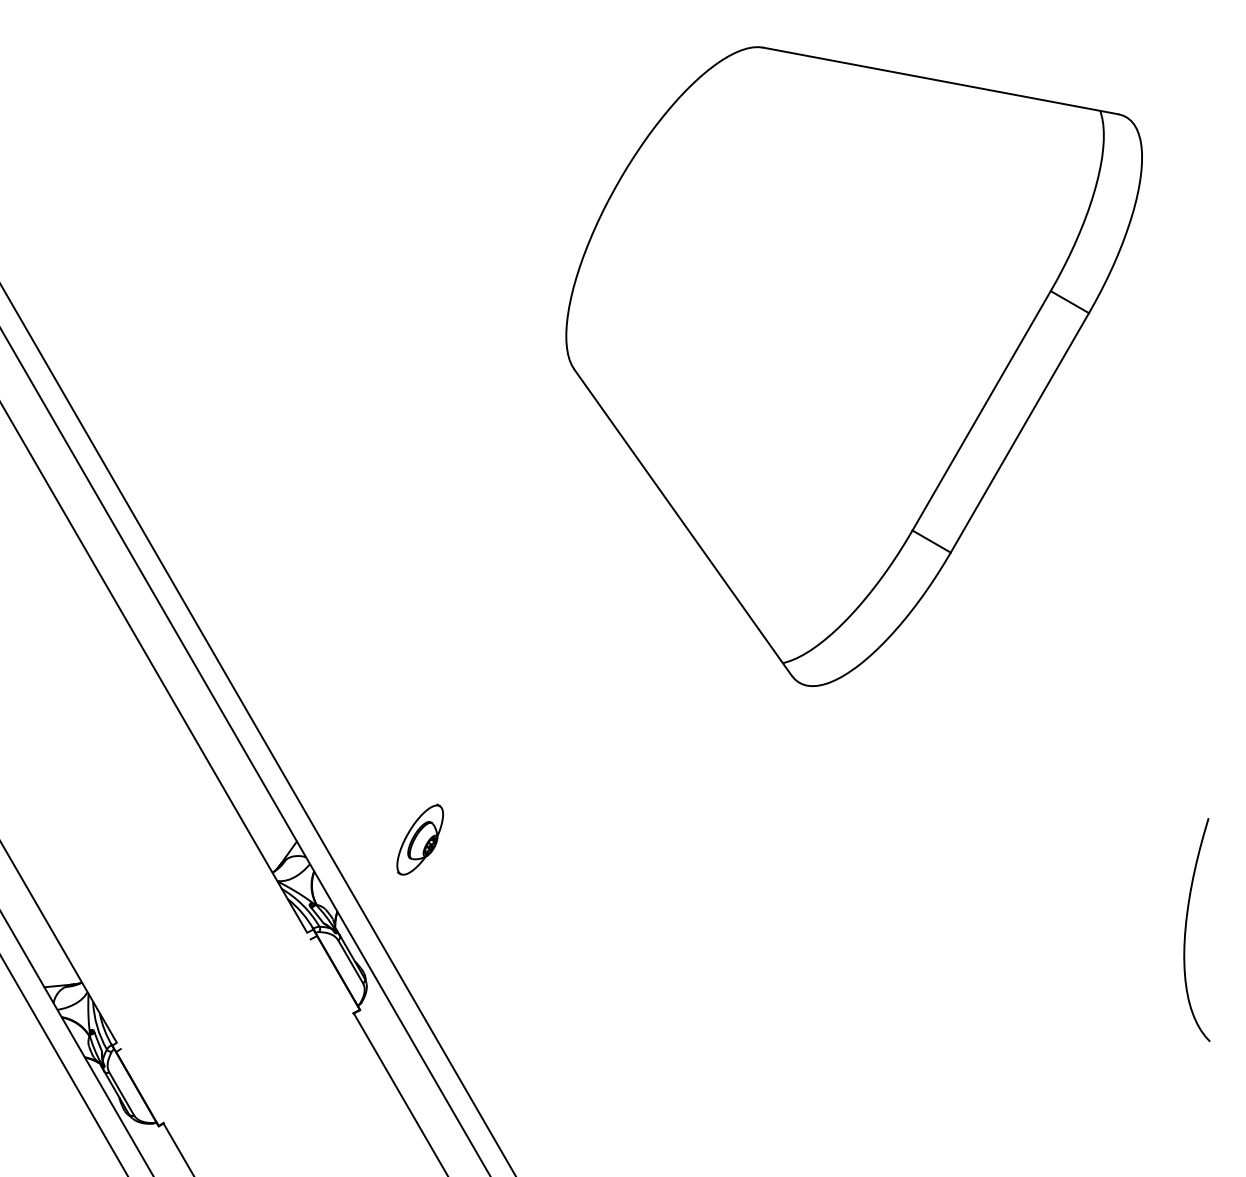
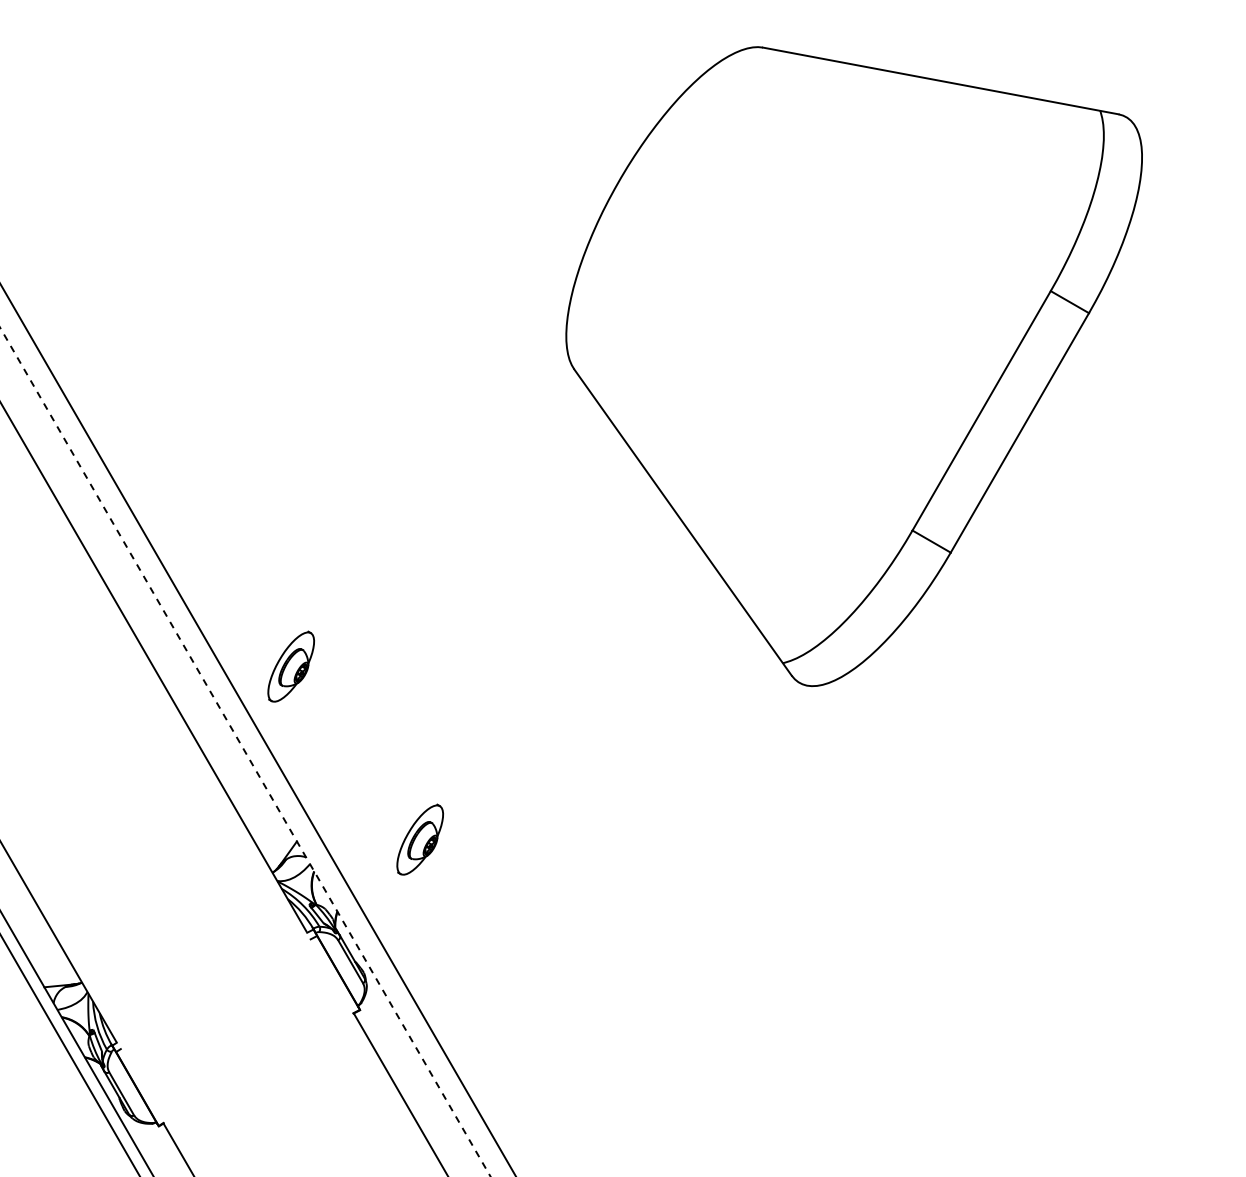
part at (290, 666): none -> present
line at (245, 752): solid -> dashed
curve at (1186, 930): present -> none
line at (64, 1065) position: (64, 1065) -> (70, 1055)
